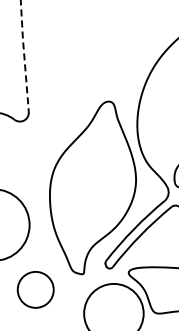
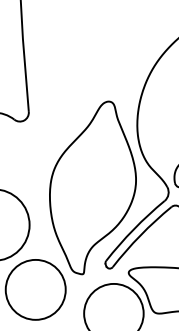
line at (24, 55): dashed -> solid
circle at (35, 289) diameter: 36 px -> 60 px
